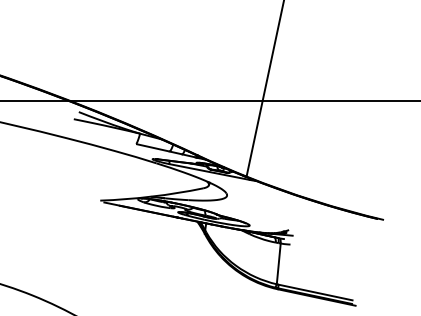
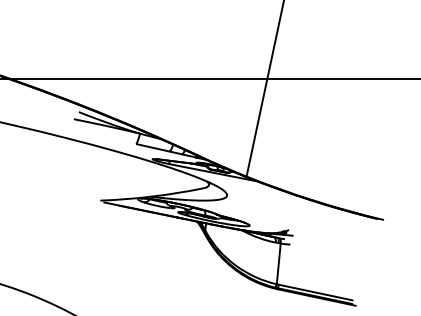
line at (209, 100) position: (209, 100) -> (209, 78)
